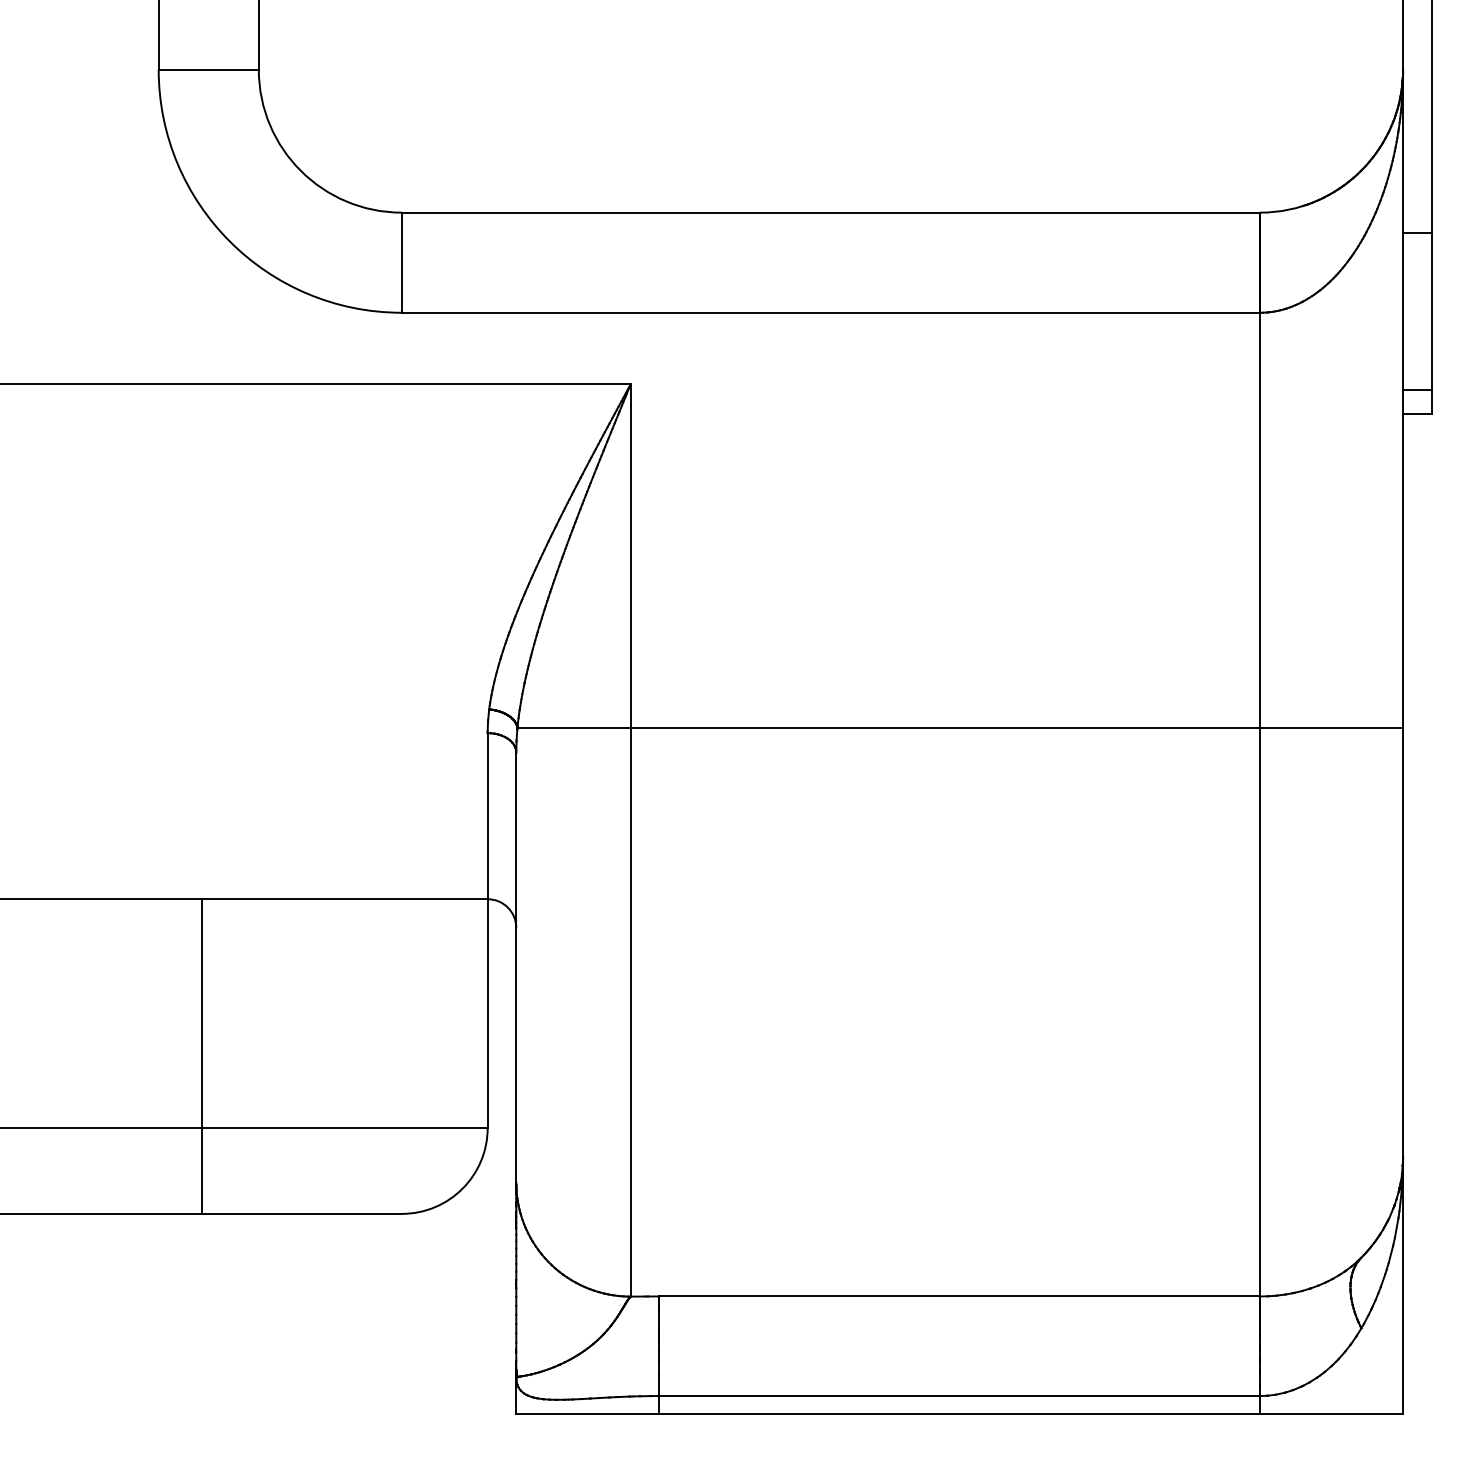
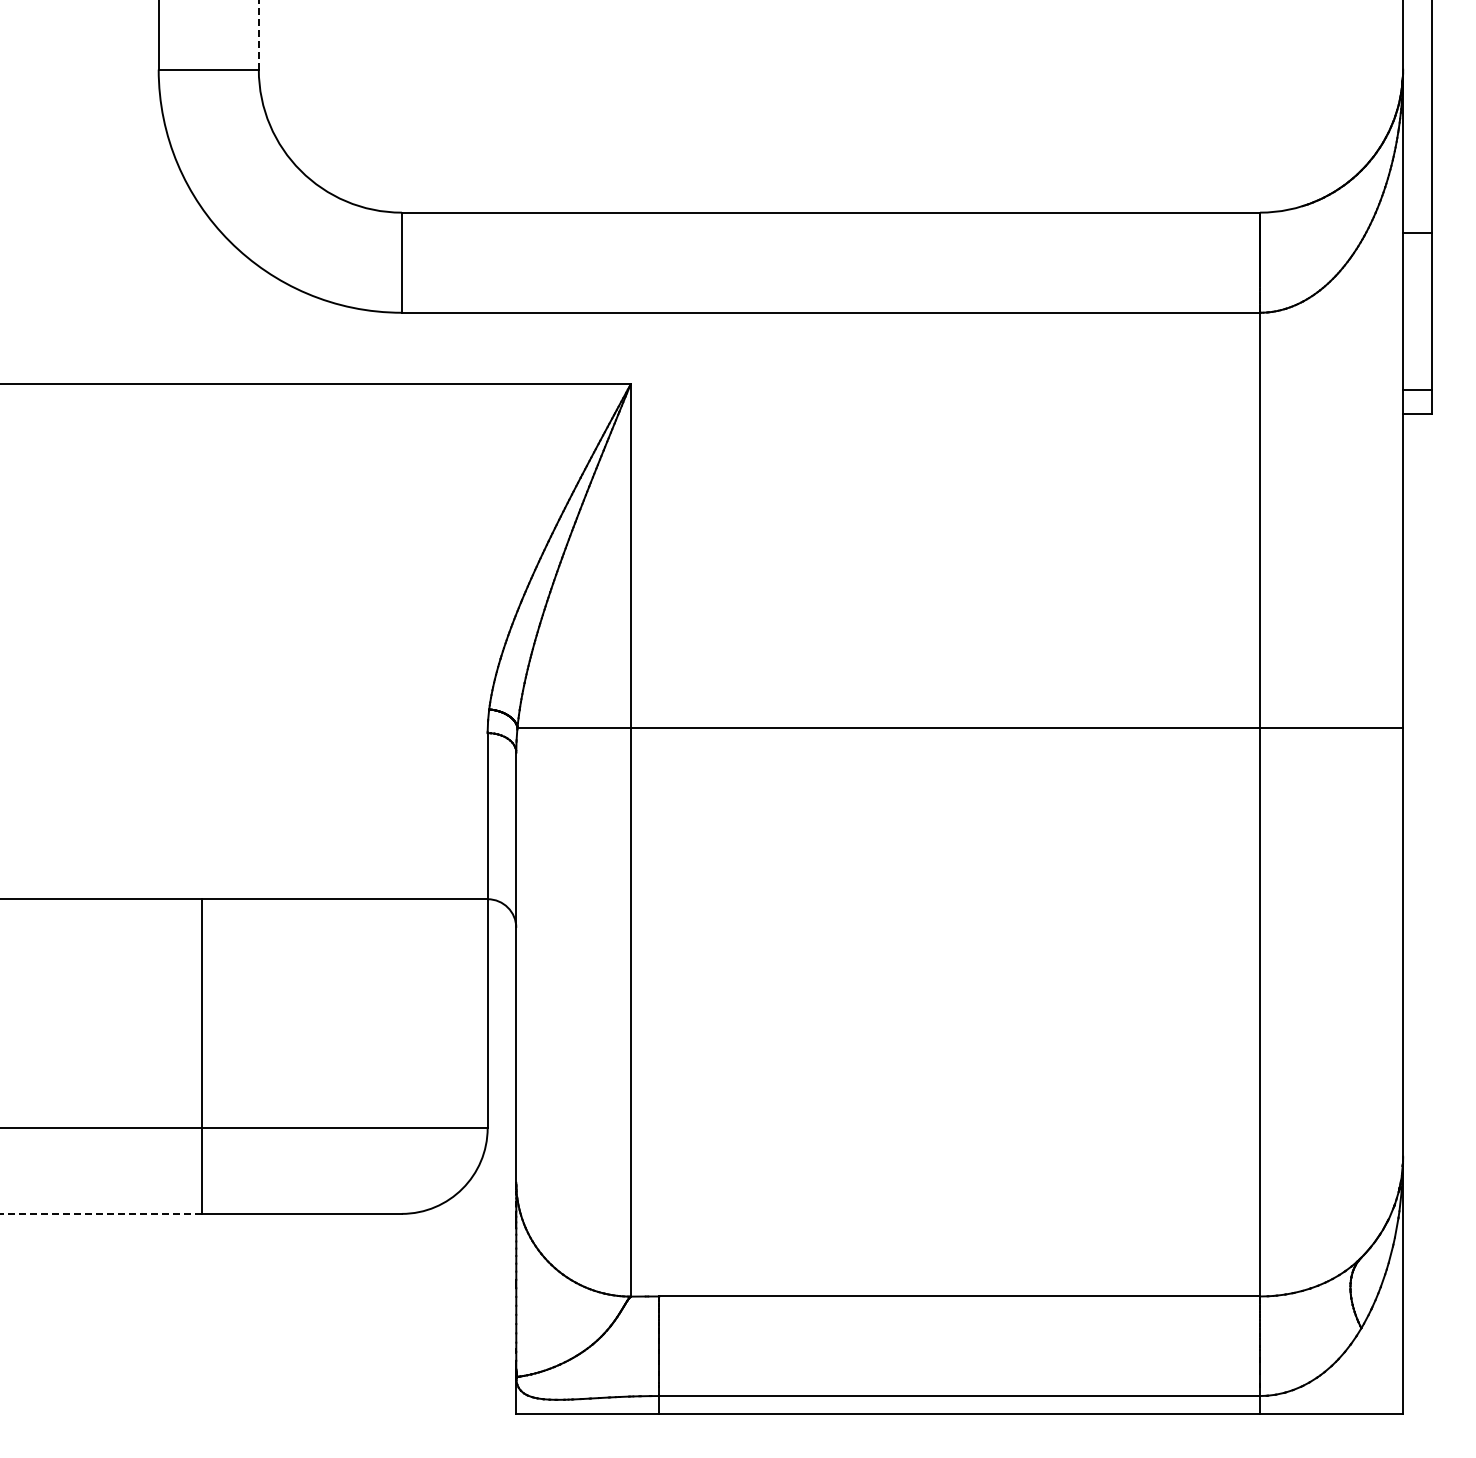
line at (258, 34): solid -> dashed
line at (100, 1213): solid -> dashed
